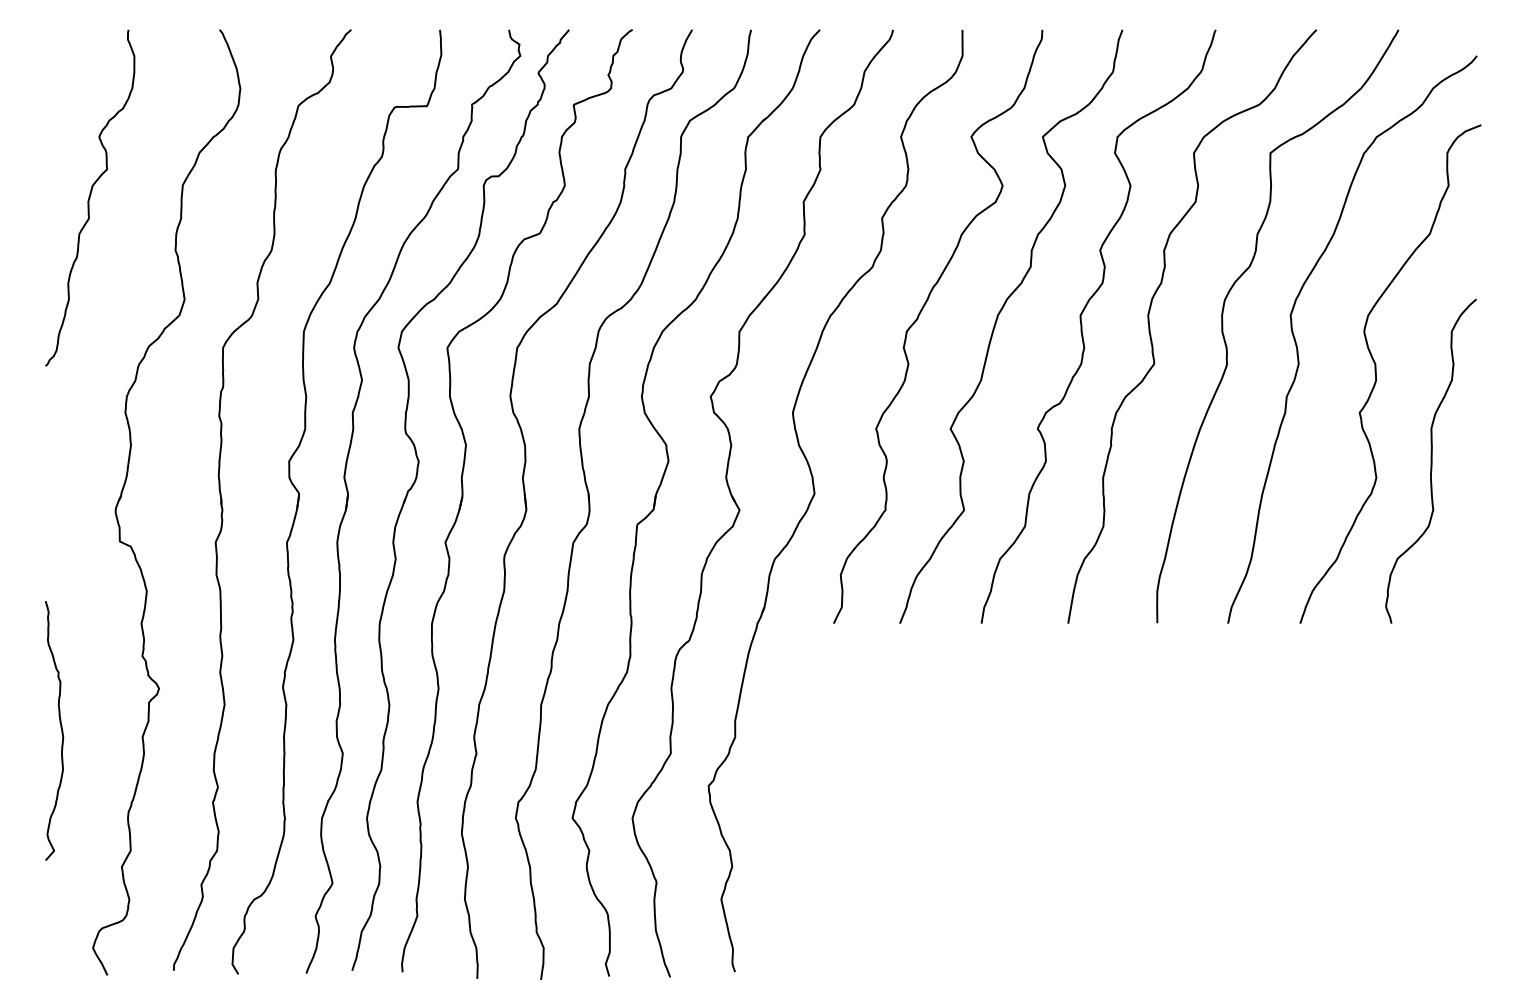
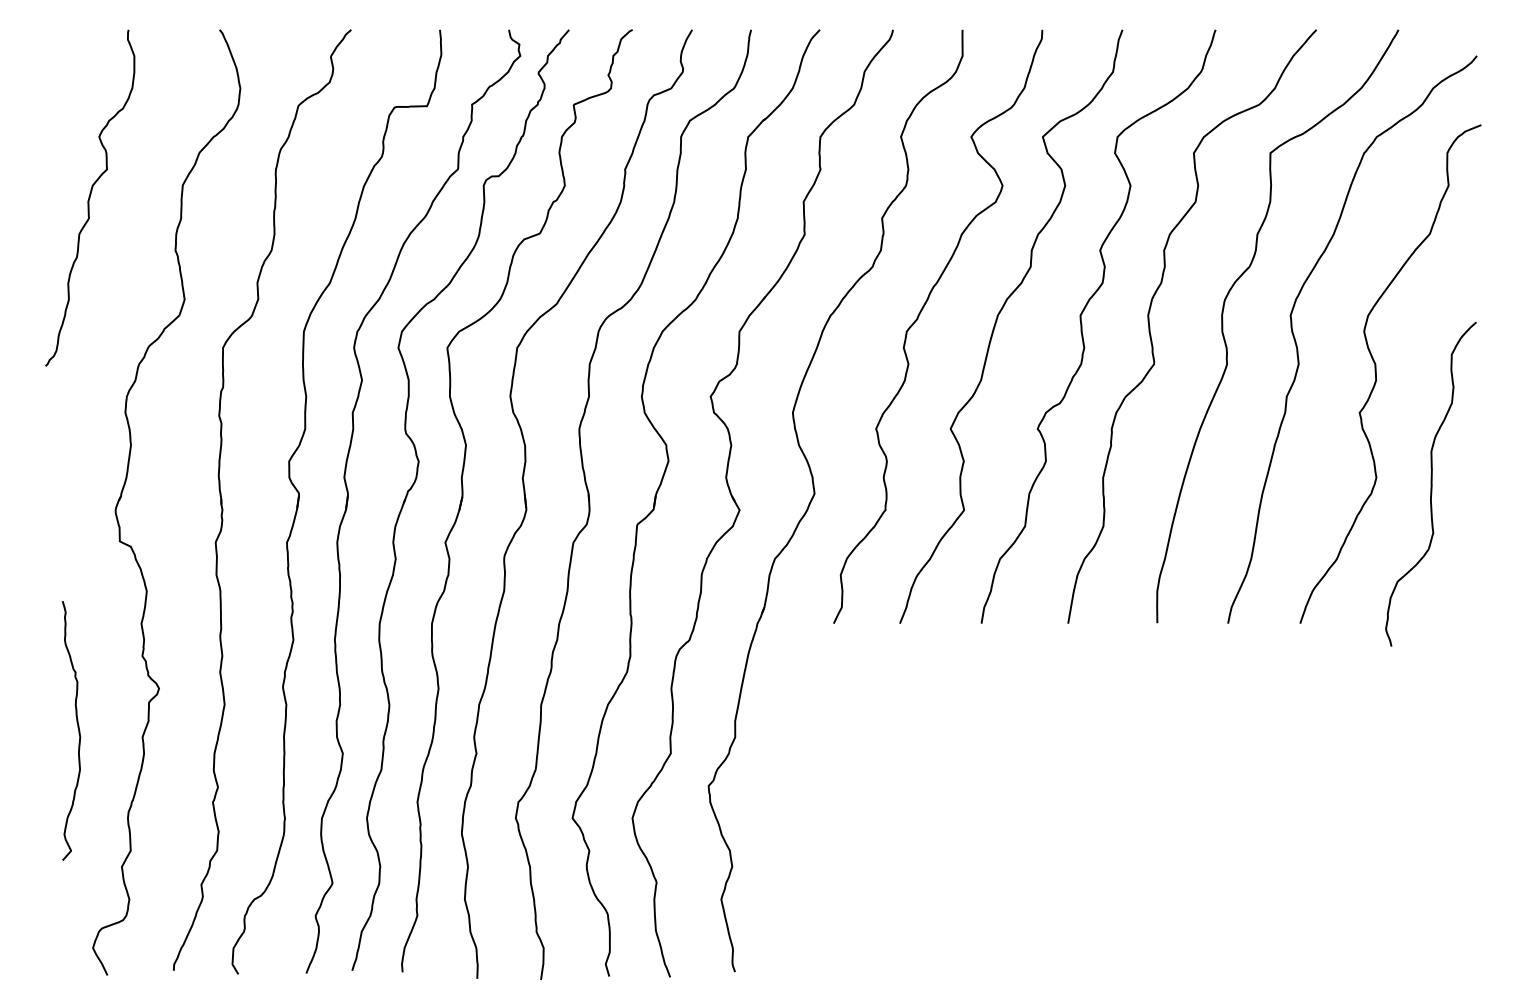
curve at (1430, 460) position: (1430, 460) -> (1430, 483)
curve at (60, 727) position: (60, 727) -> (77, 727)
